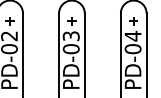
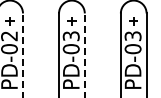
text at (132, 35): PD-04 -> PD-03
line at (23, 55): solid -> dashed
line at (84, 55): solid -> dashed
